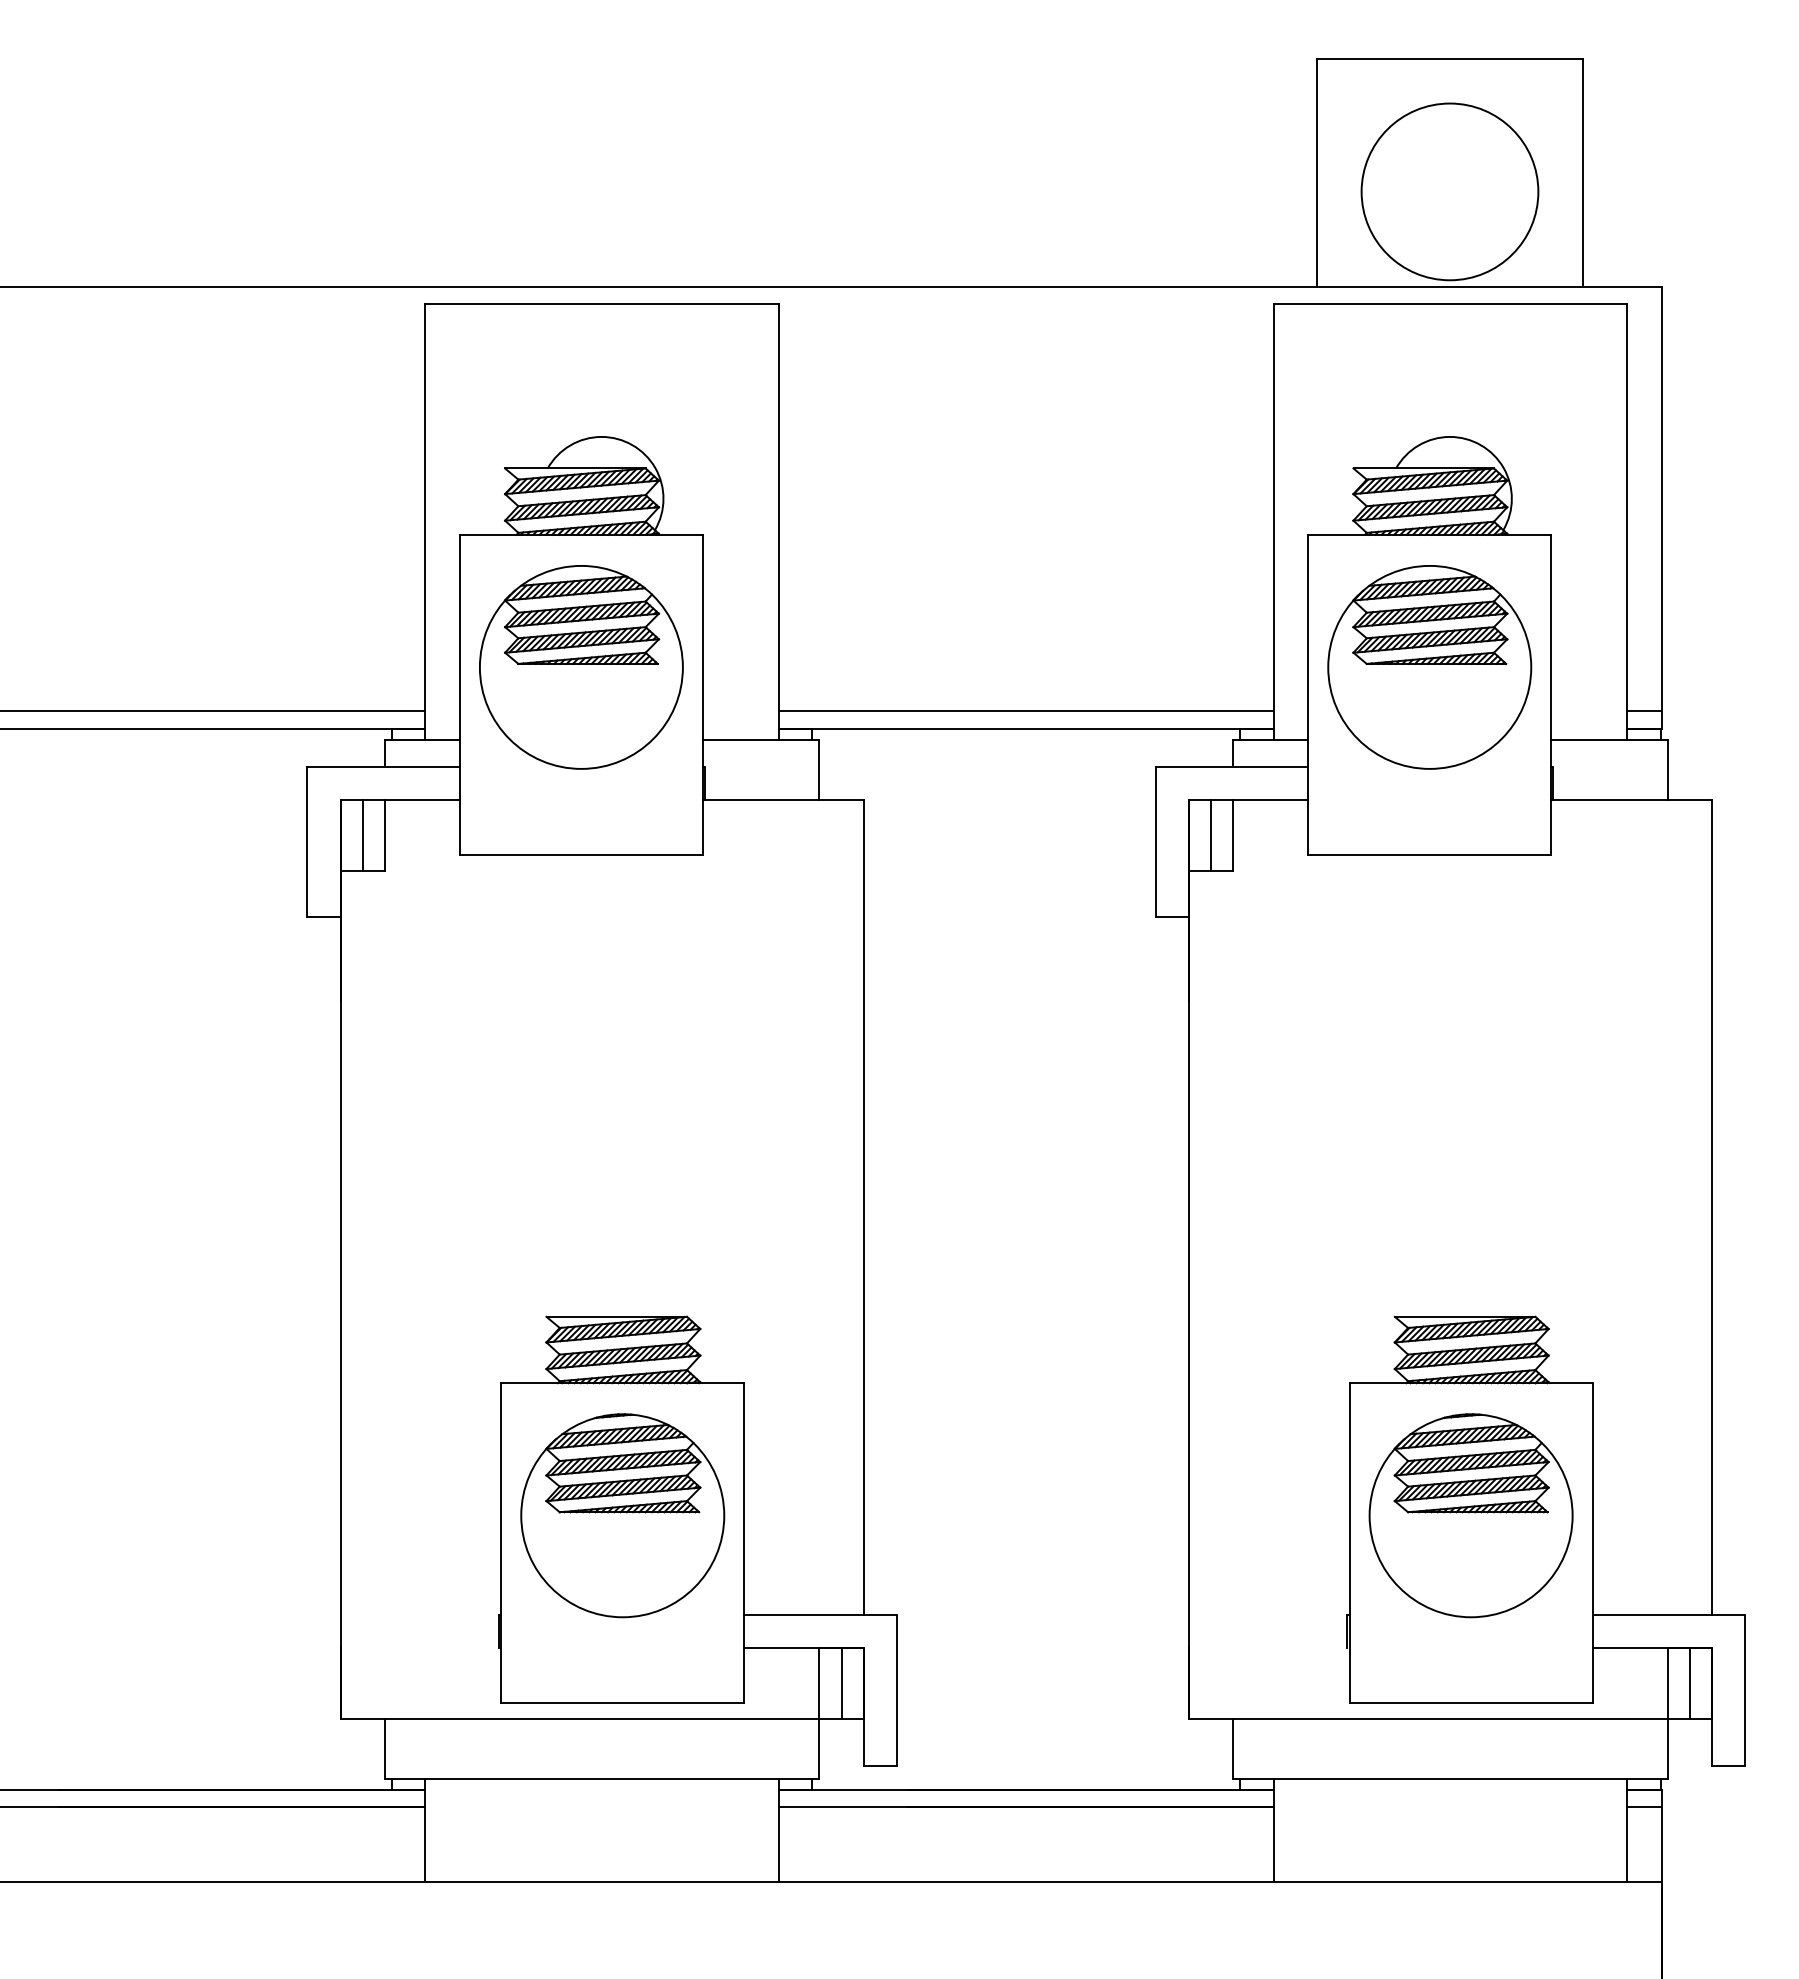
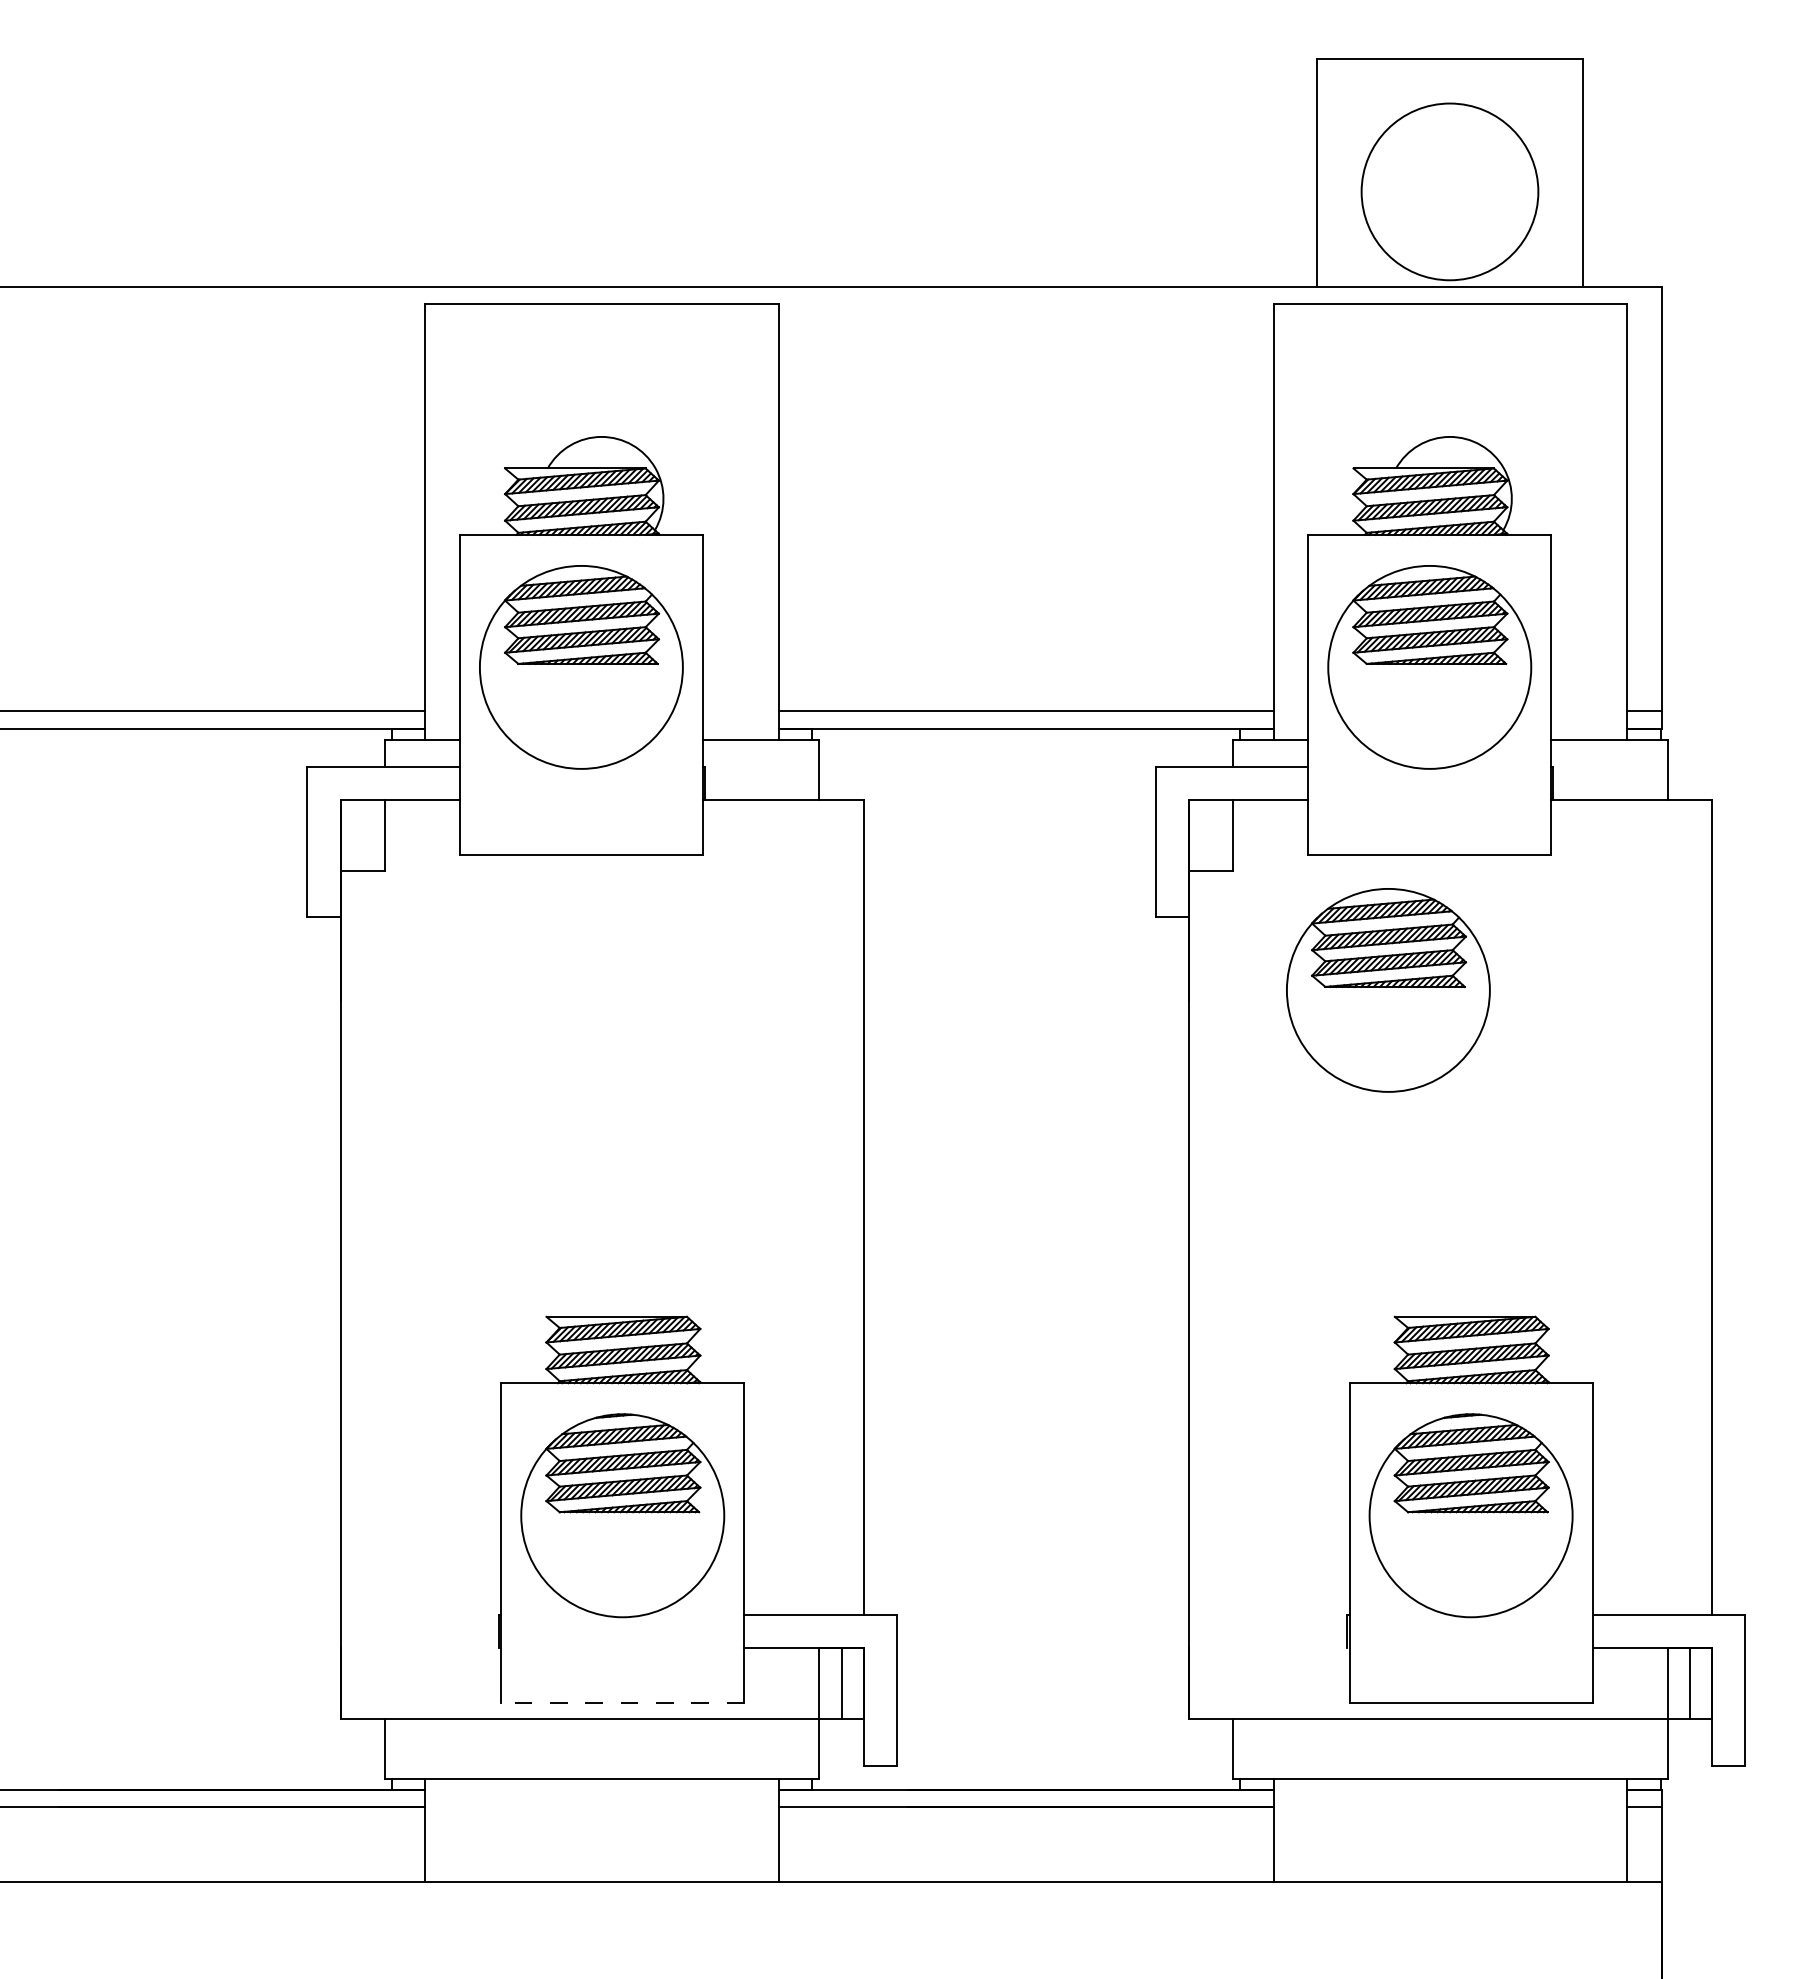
line at (362, 834): present -> none
line at (1210, 834): present -> none
part at (1388, 990): none -> present
line at (622, 1703): solid -> dashed
